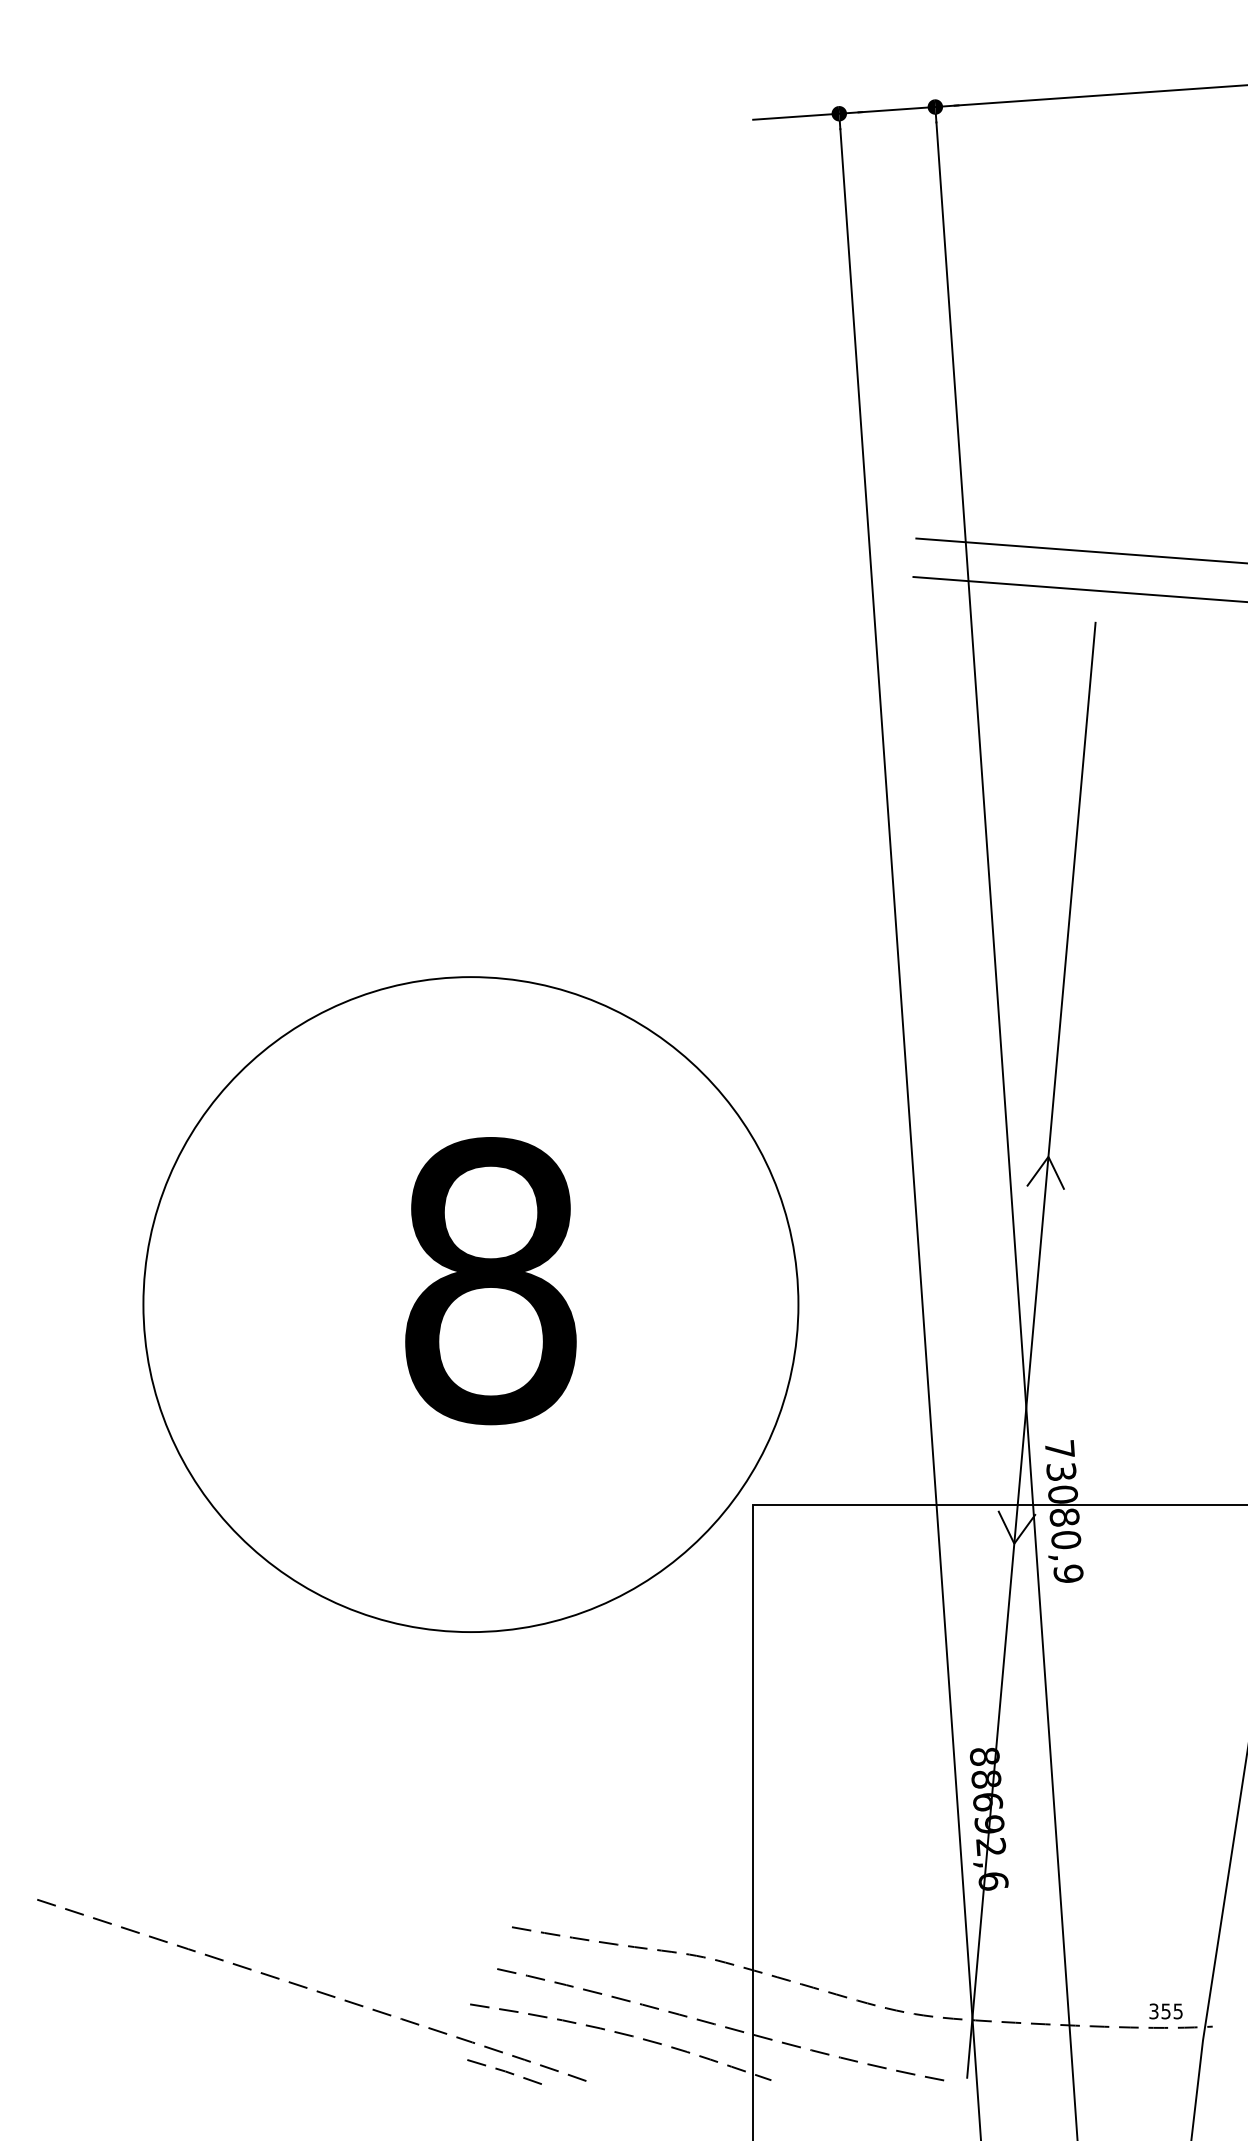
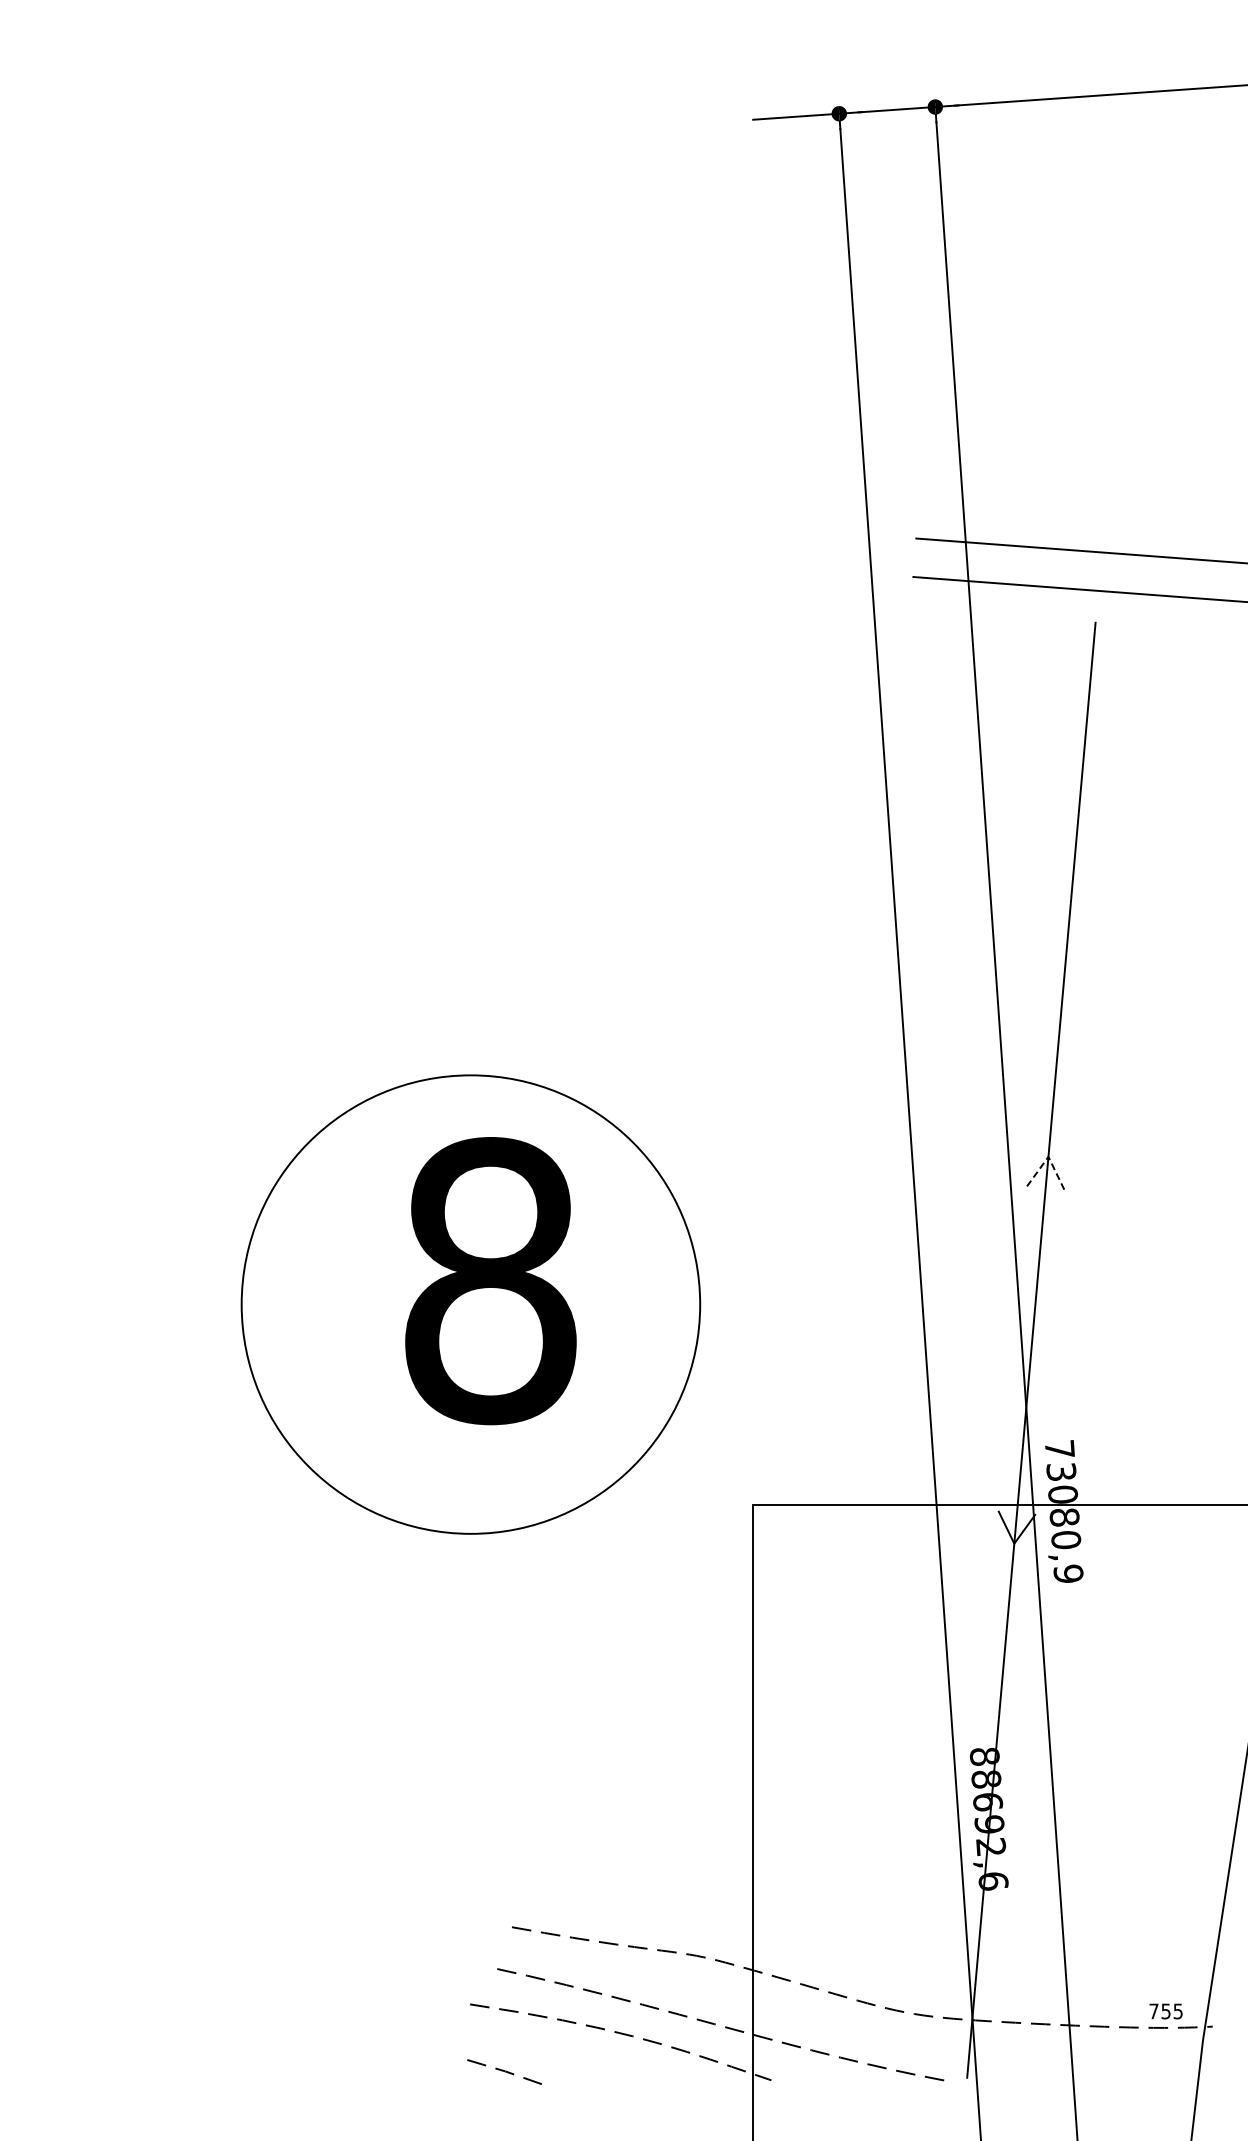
line at (1048, 1156): solid -> dashed
circle at (470, 1304) diameter: 655 px -> 459 px
curve at (307, 1988): present -> none
text at (1153, 2011): 355 -> 755
